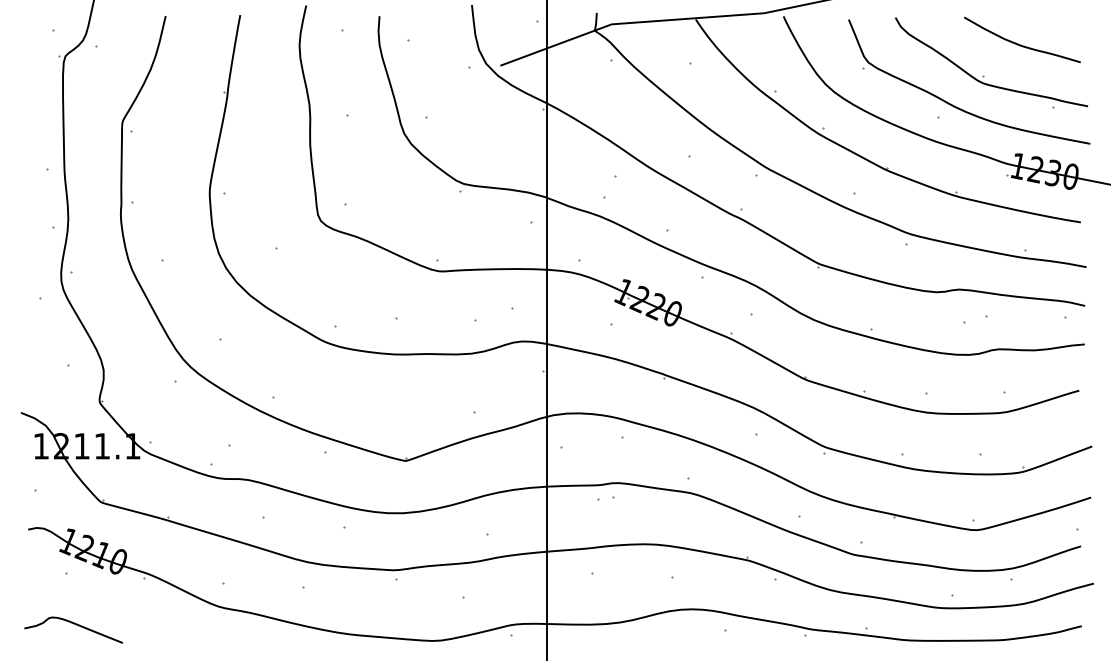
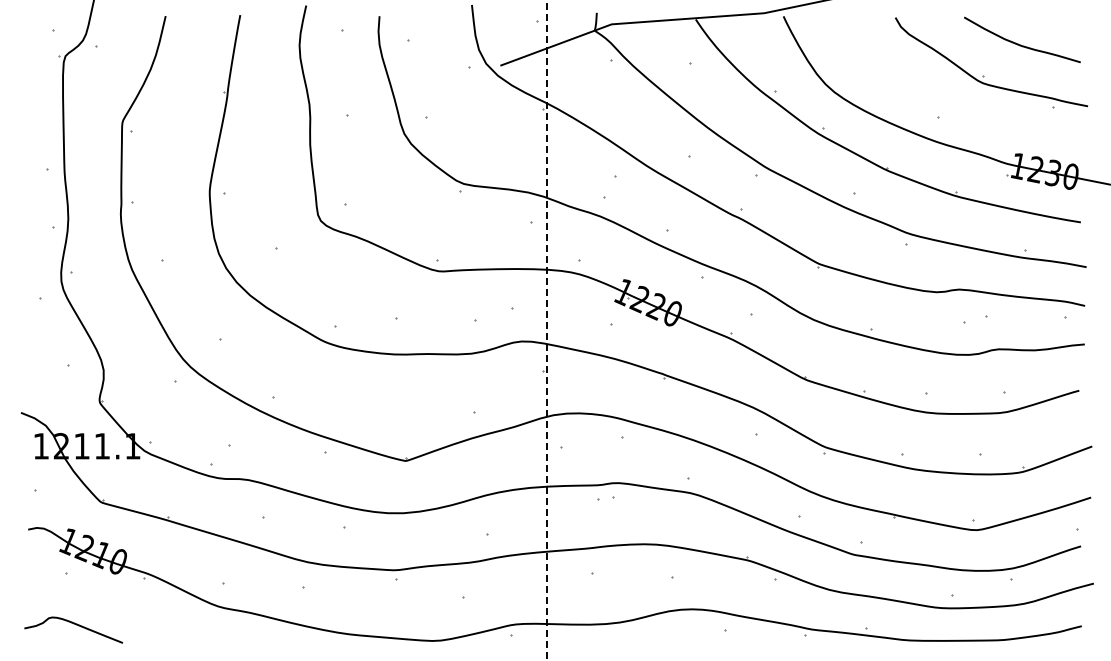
part at (961, 108): present -> none
line at (546, 330): solid -> dashed
